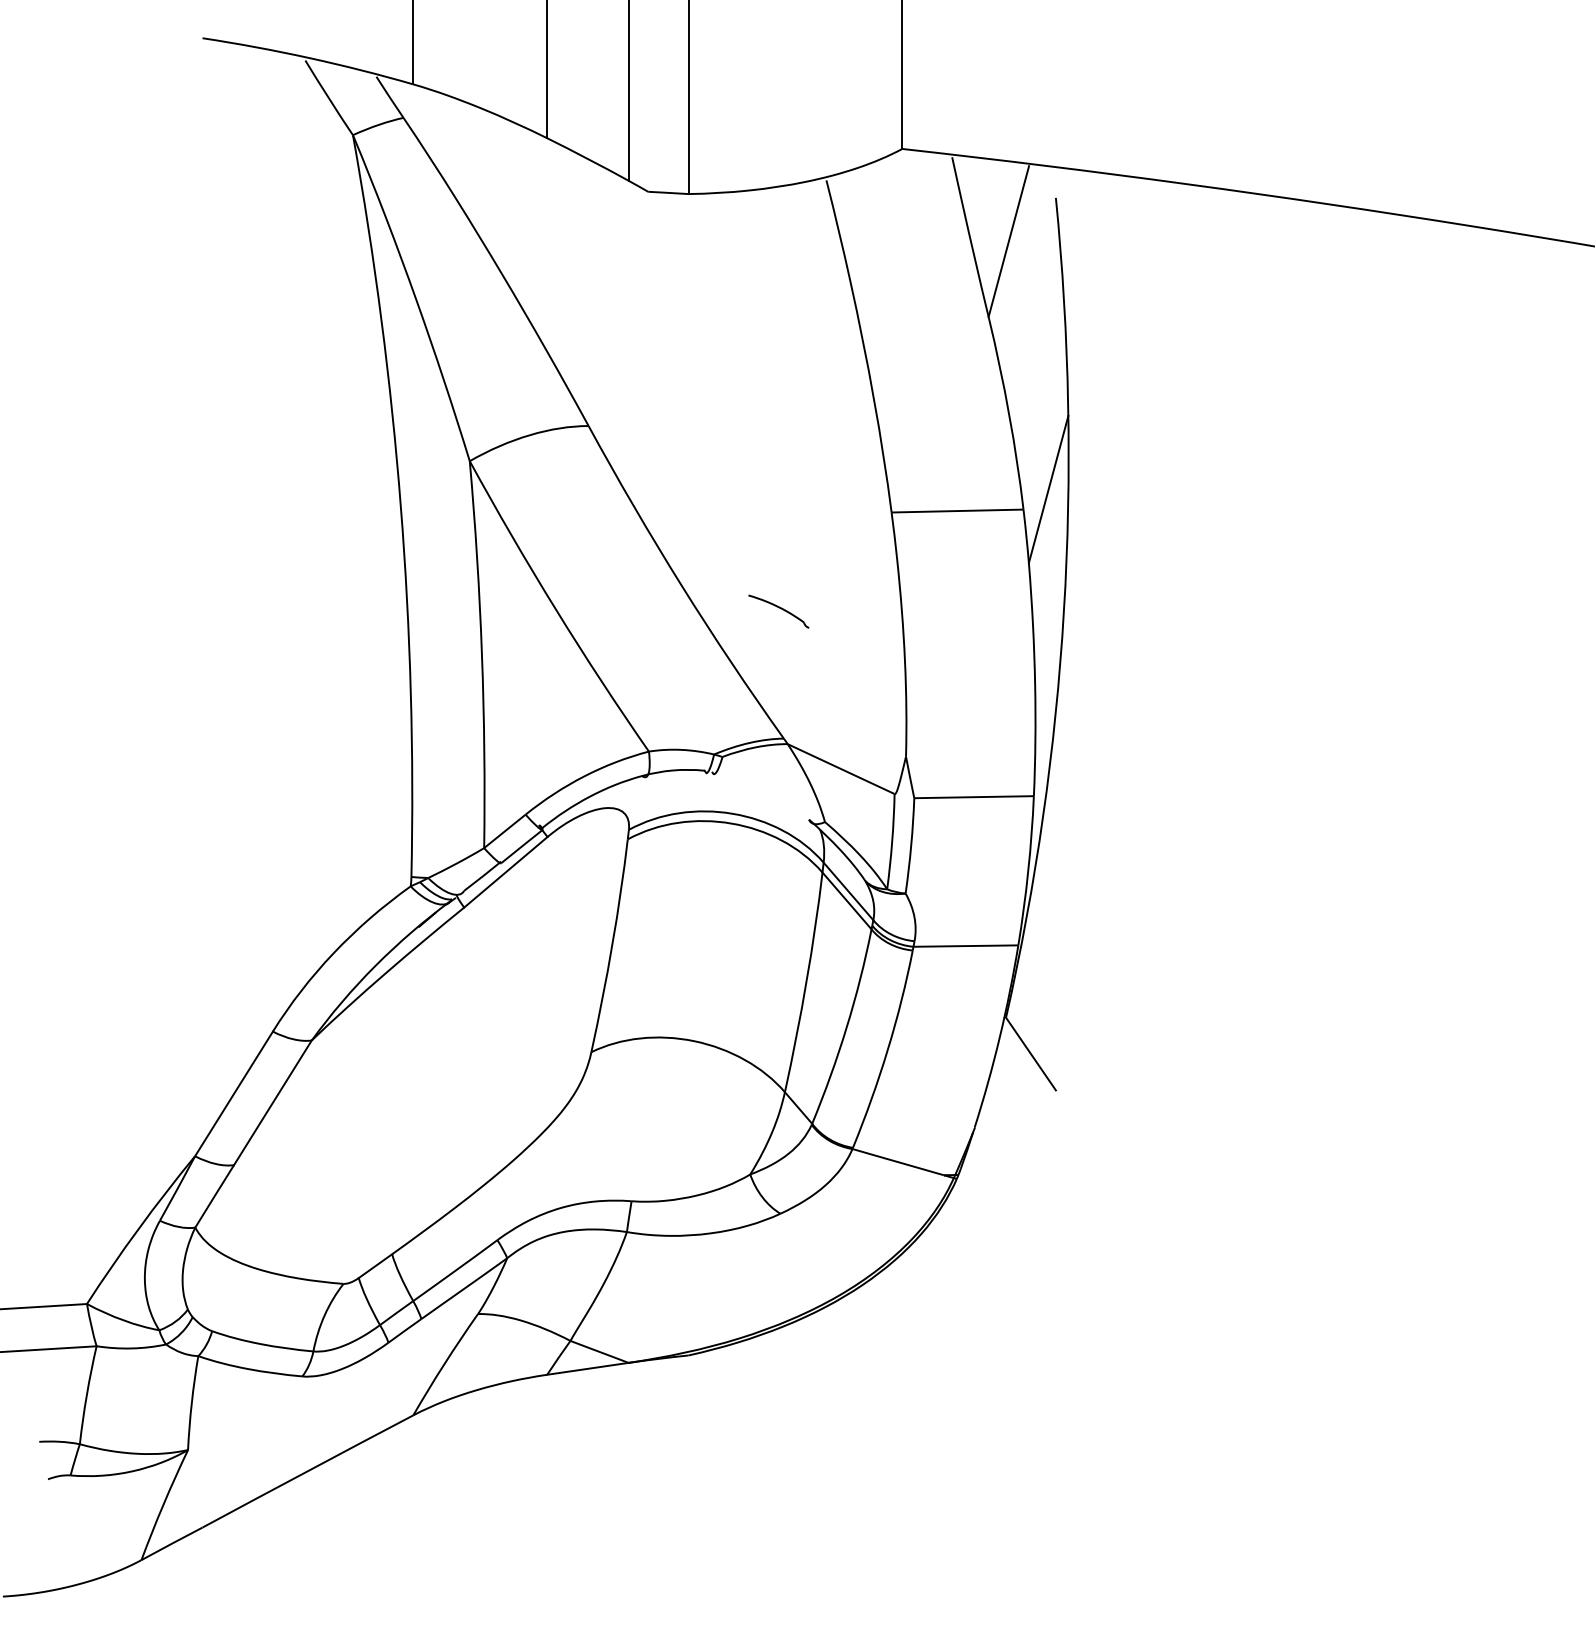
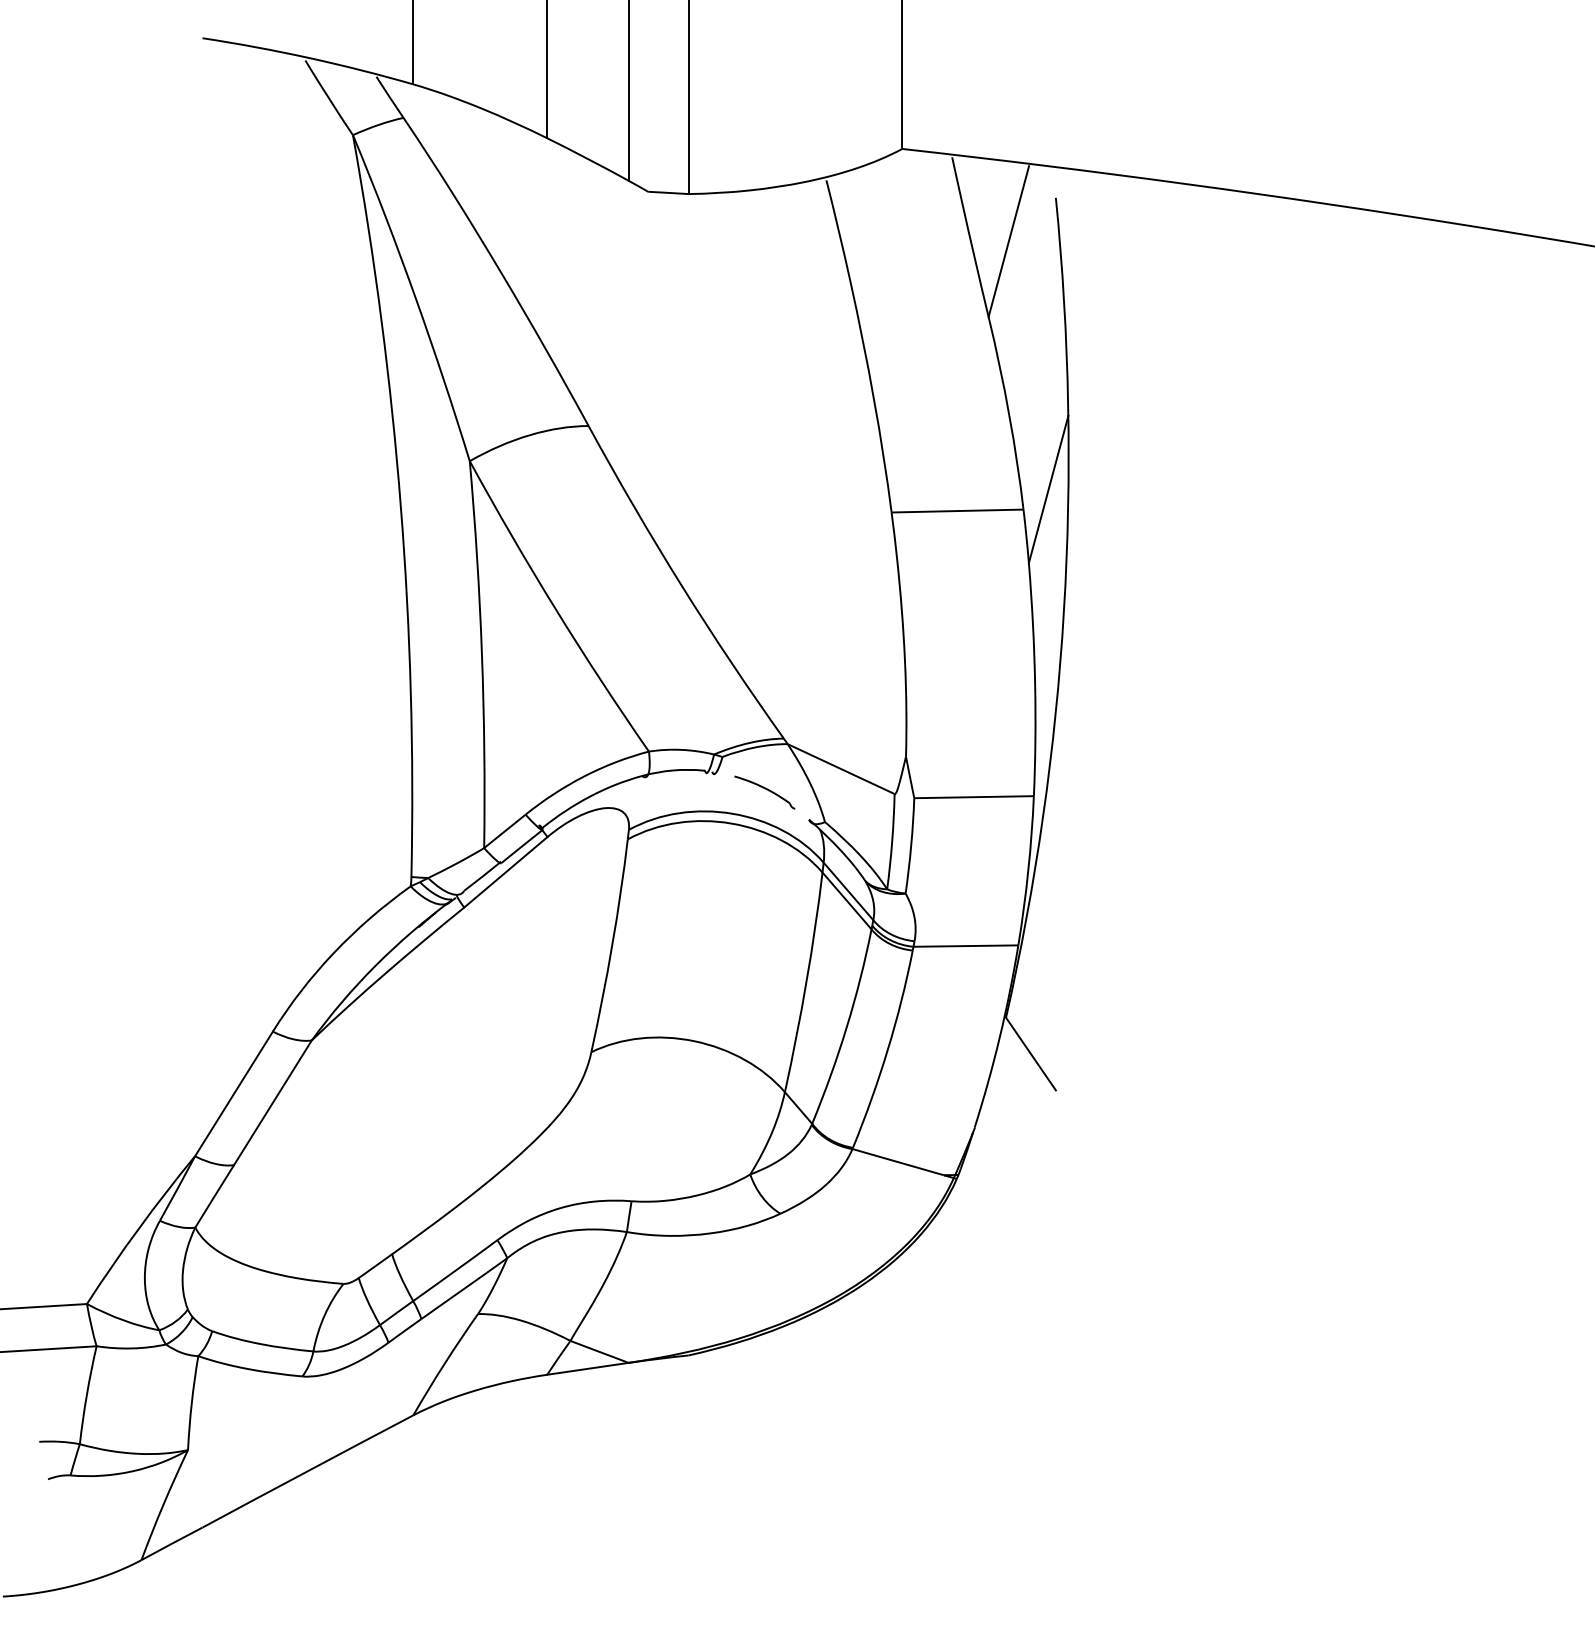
part at (778, 611) position: (778, 611) -> (764, 792)
